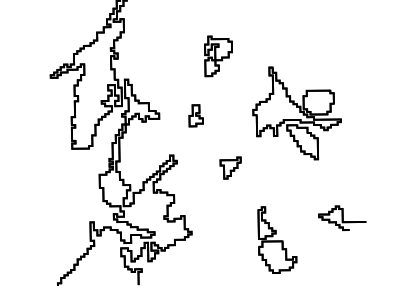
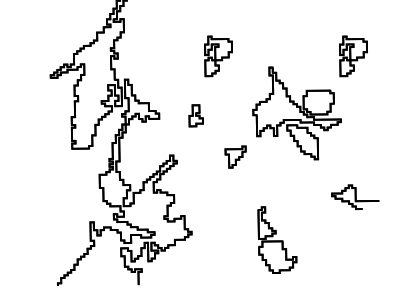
part at (353, 56): none -> present
part at (230, 167) position: (230, 167) -> (235, 156)
part at (342, 218) position: (342, 218) -> (355, 197)
